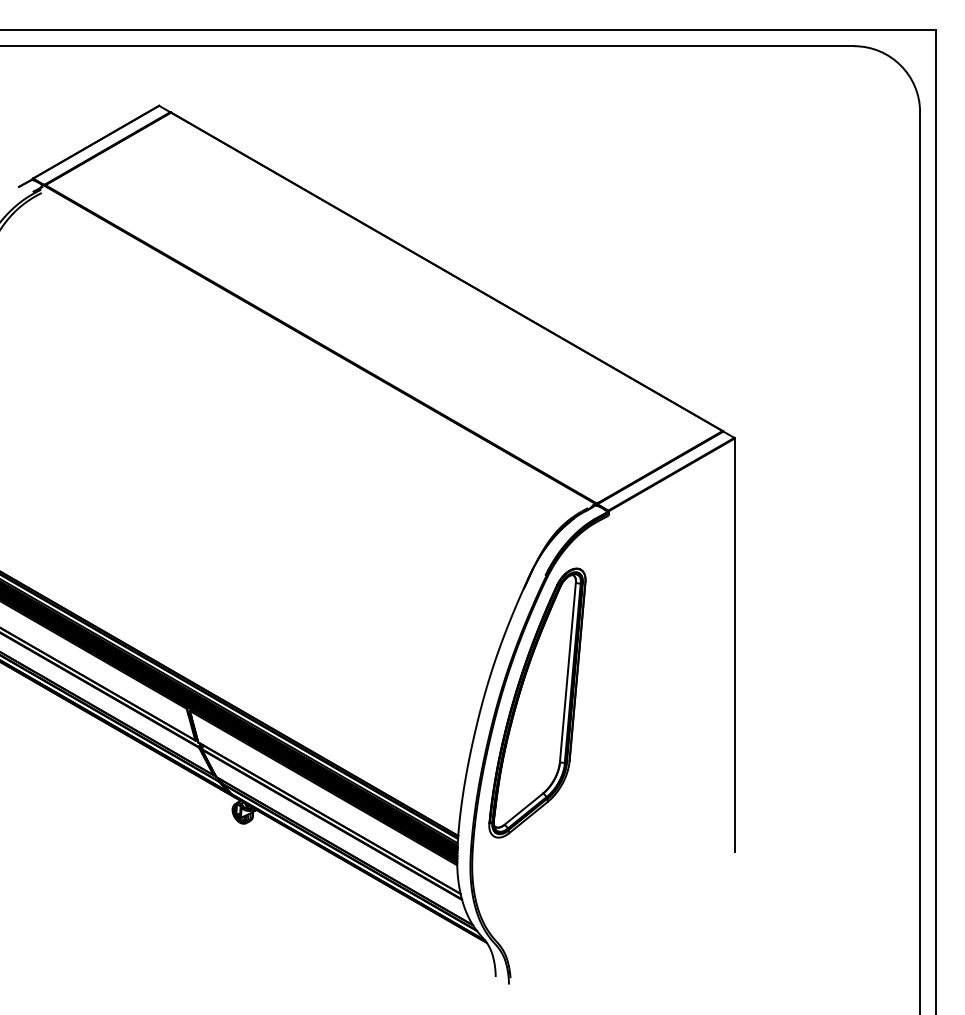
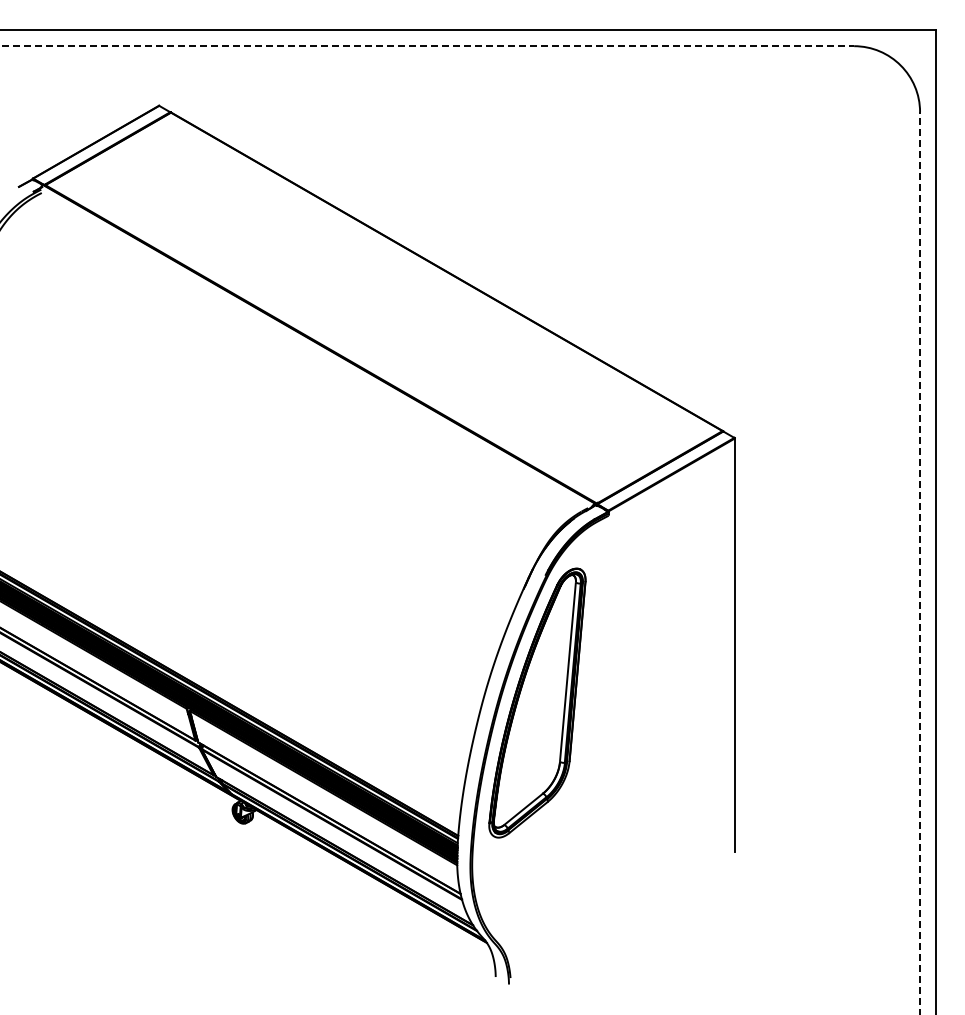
line at (427, 46): solid -> dashed
line at (920, 563): solid -> dashed
